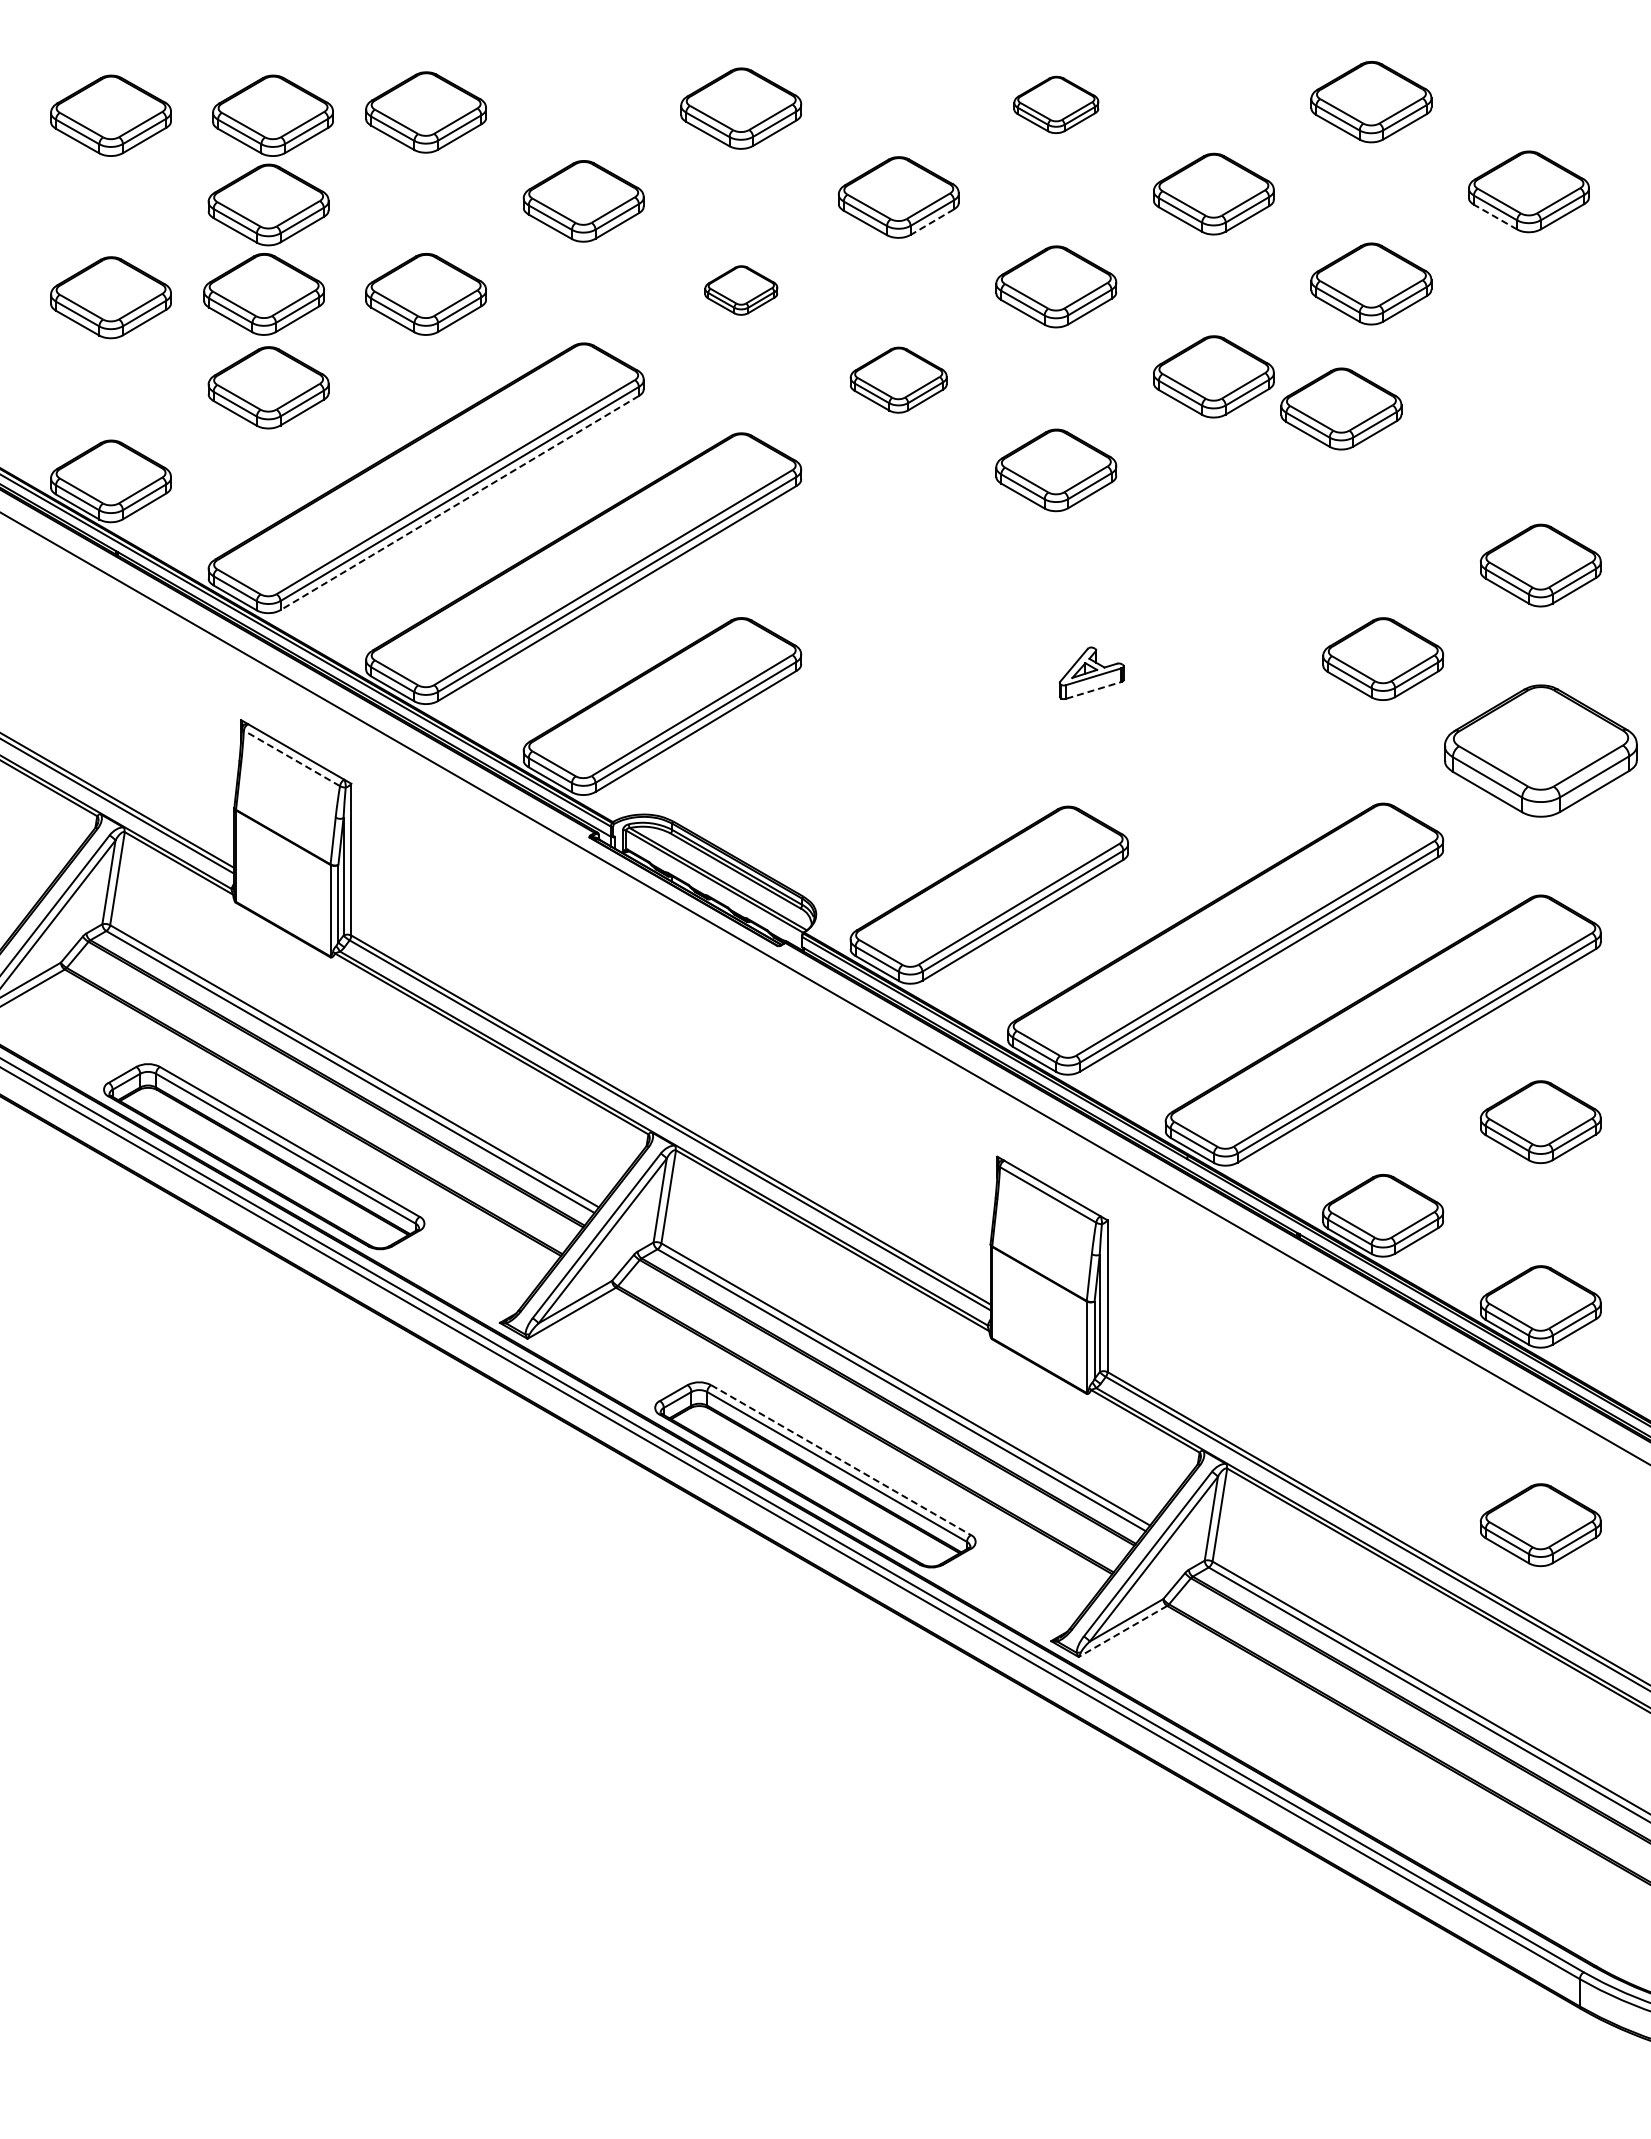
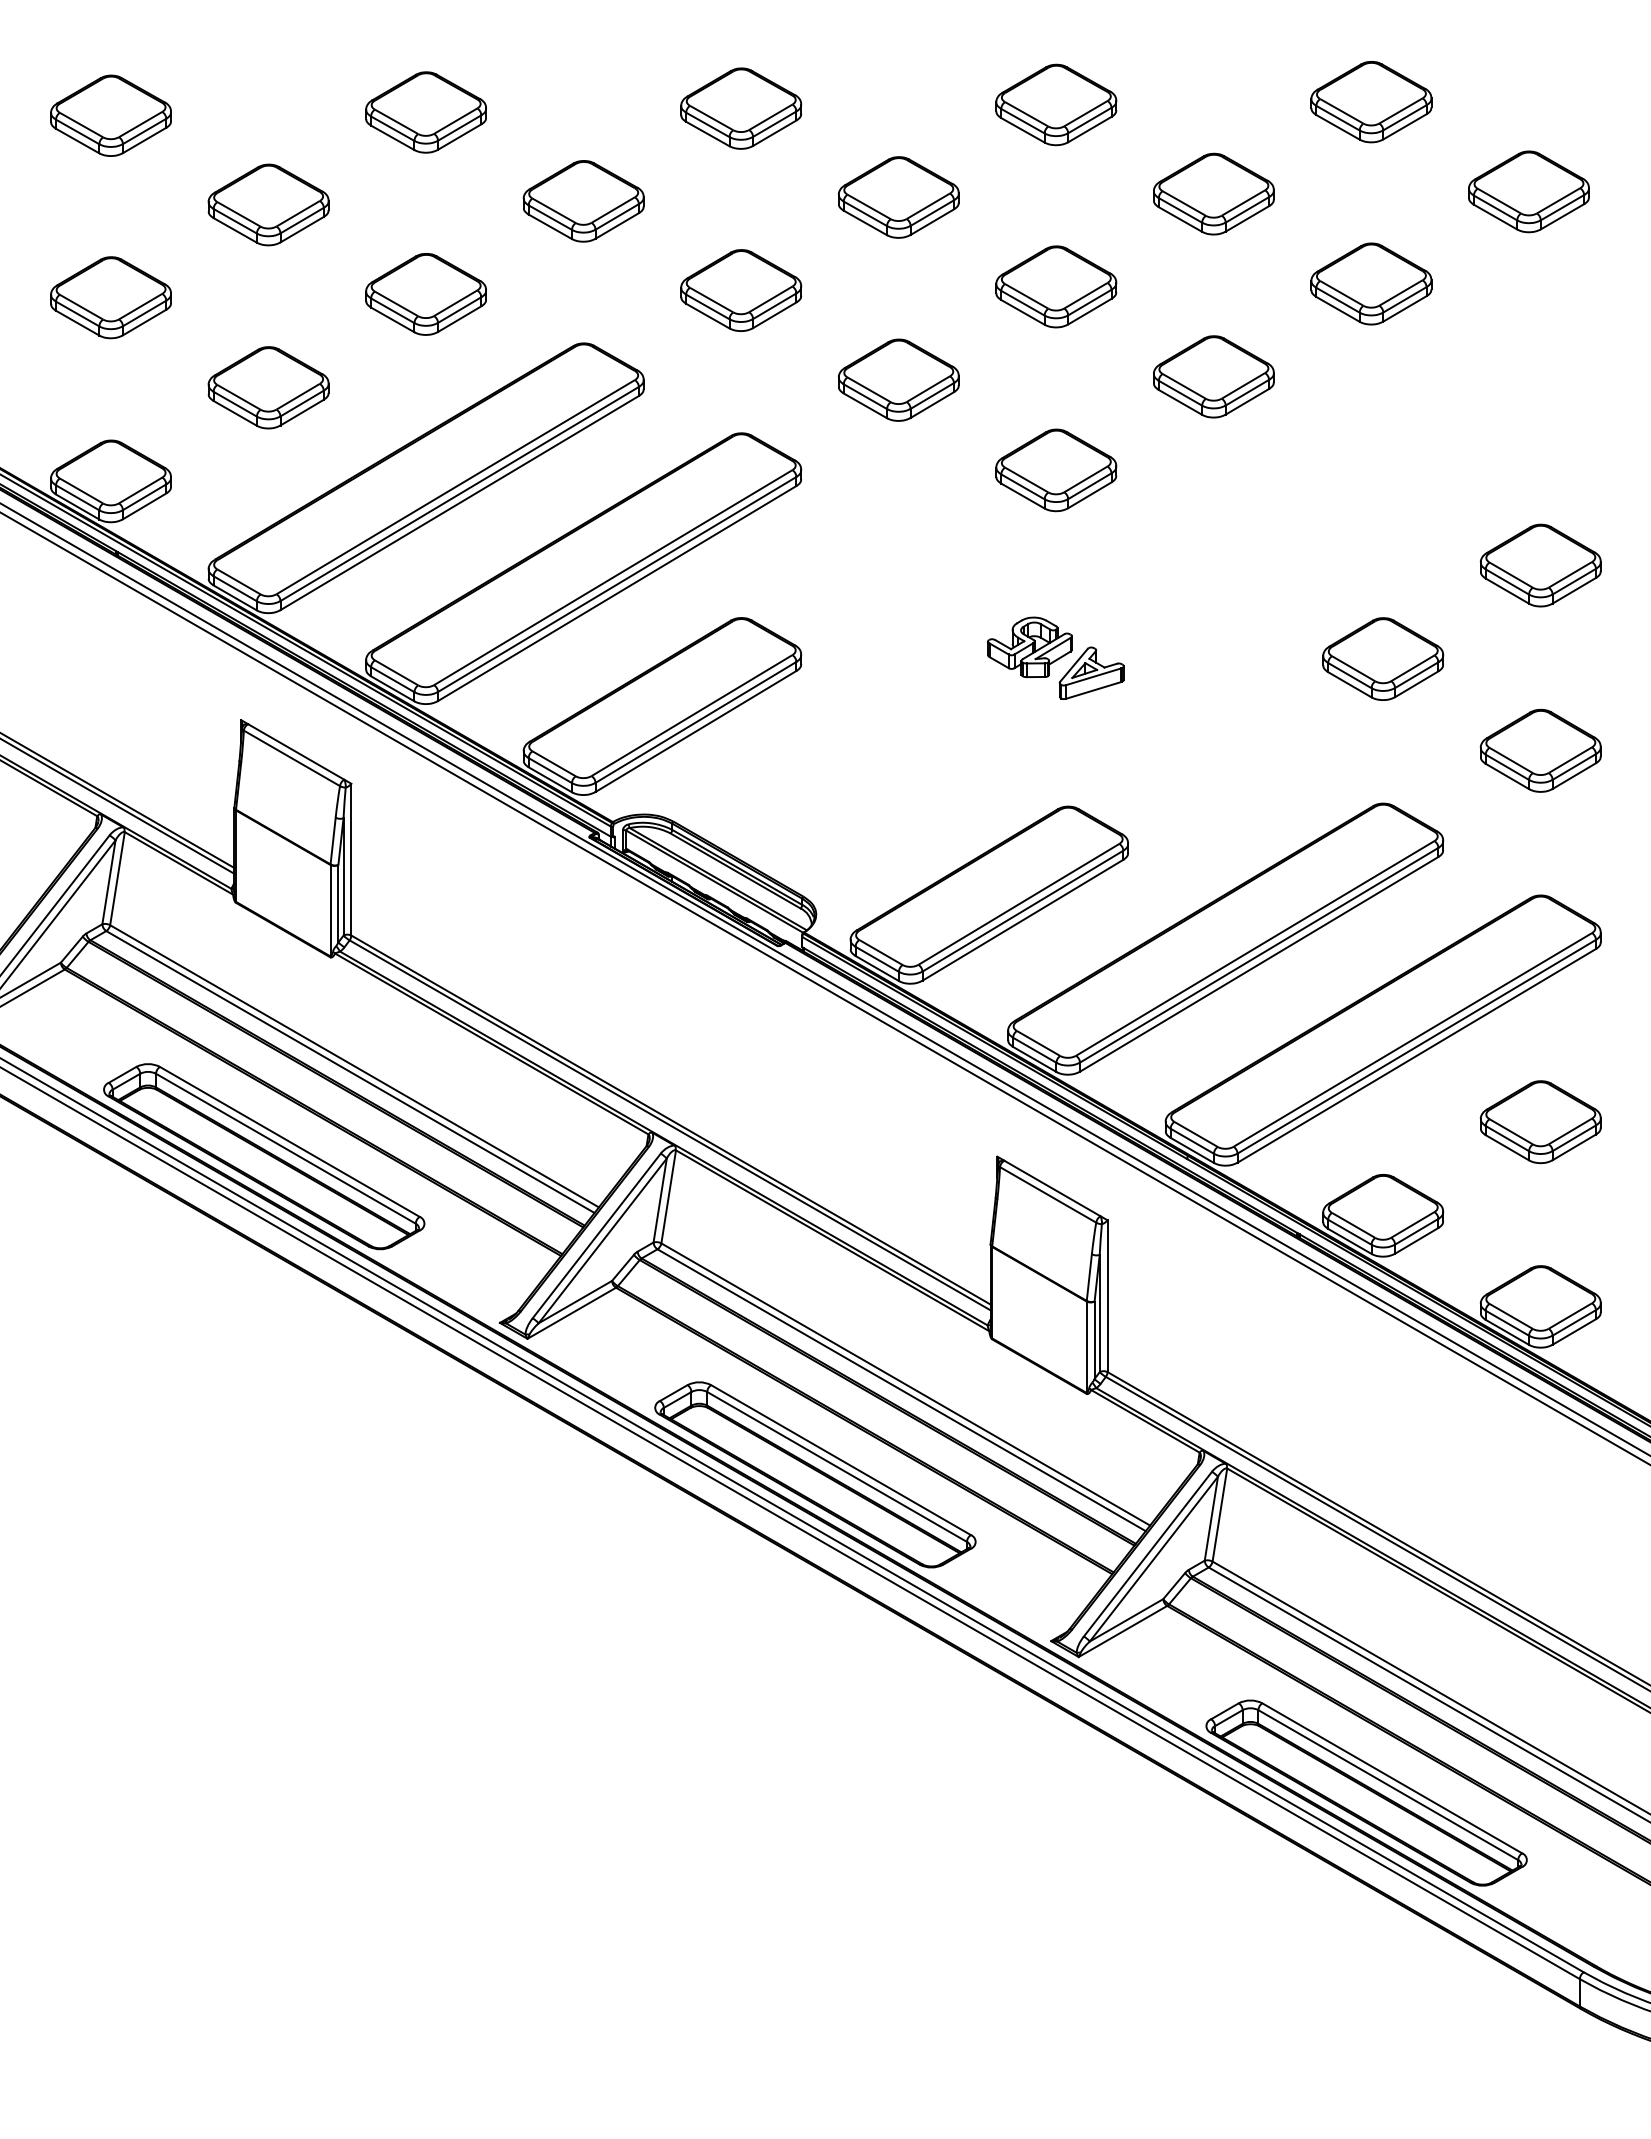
part at (1056, 104) size: 87x59 px -> 123x84 px
part at (272, 115): present -> none
line at (1495, 217): dashed -> solid
line at (931, 222): dashed -> solid
part at (741, 290) size: 75x51 px -> 123x83 px
part at (263, 294): present -> none
part at (898, 379) size: 99x68 px -> 123x84 px
part at (1341, 408): present -> none
line at (459, 503): dashed -> solid
part at (1029, 647): none -> present
line at (1093, 690): dashed -> solid
part at (1540, 750) size: 194x134 px -> 123x85 px
line at (291, 758): dashed -> solid
line at (824, 979): none -> present
line at (841, 1460): dashed -> solid
part at (1540, 1525): present -> none
line at (1122, 1631): dashed -> solid
part at (1366, 1792): none -> present
